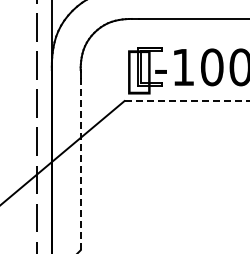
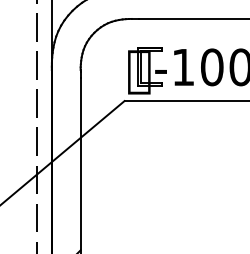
line at (187, 101): dashed -> solid
line at (80, 165): dashed -> solid
